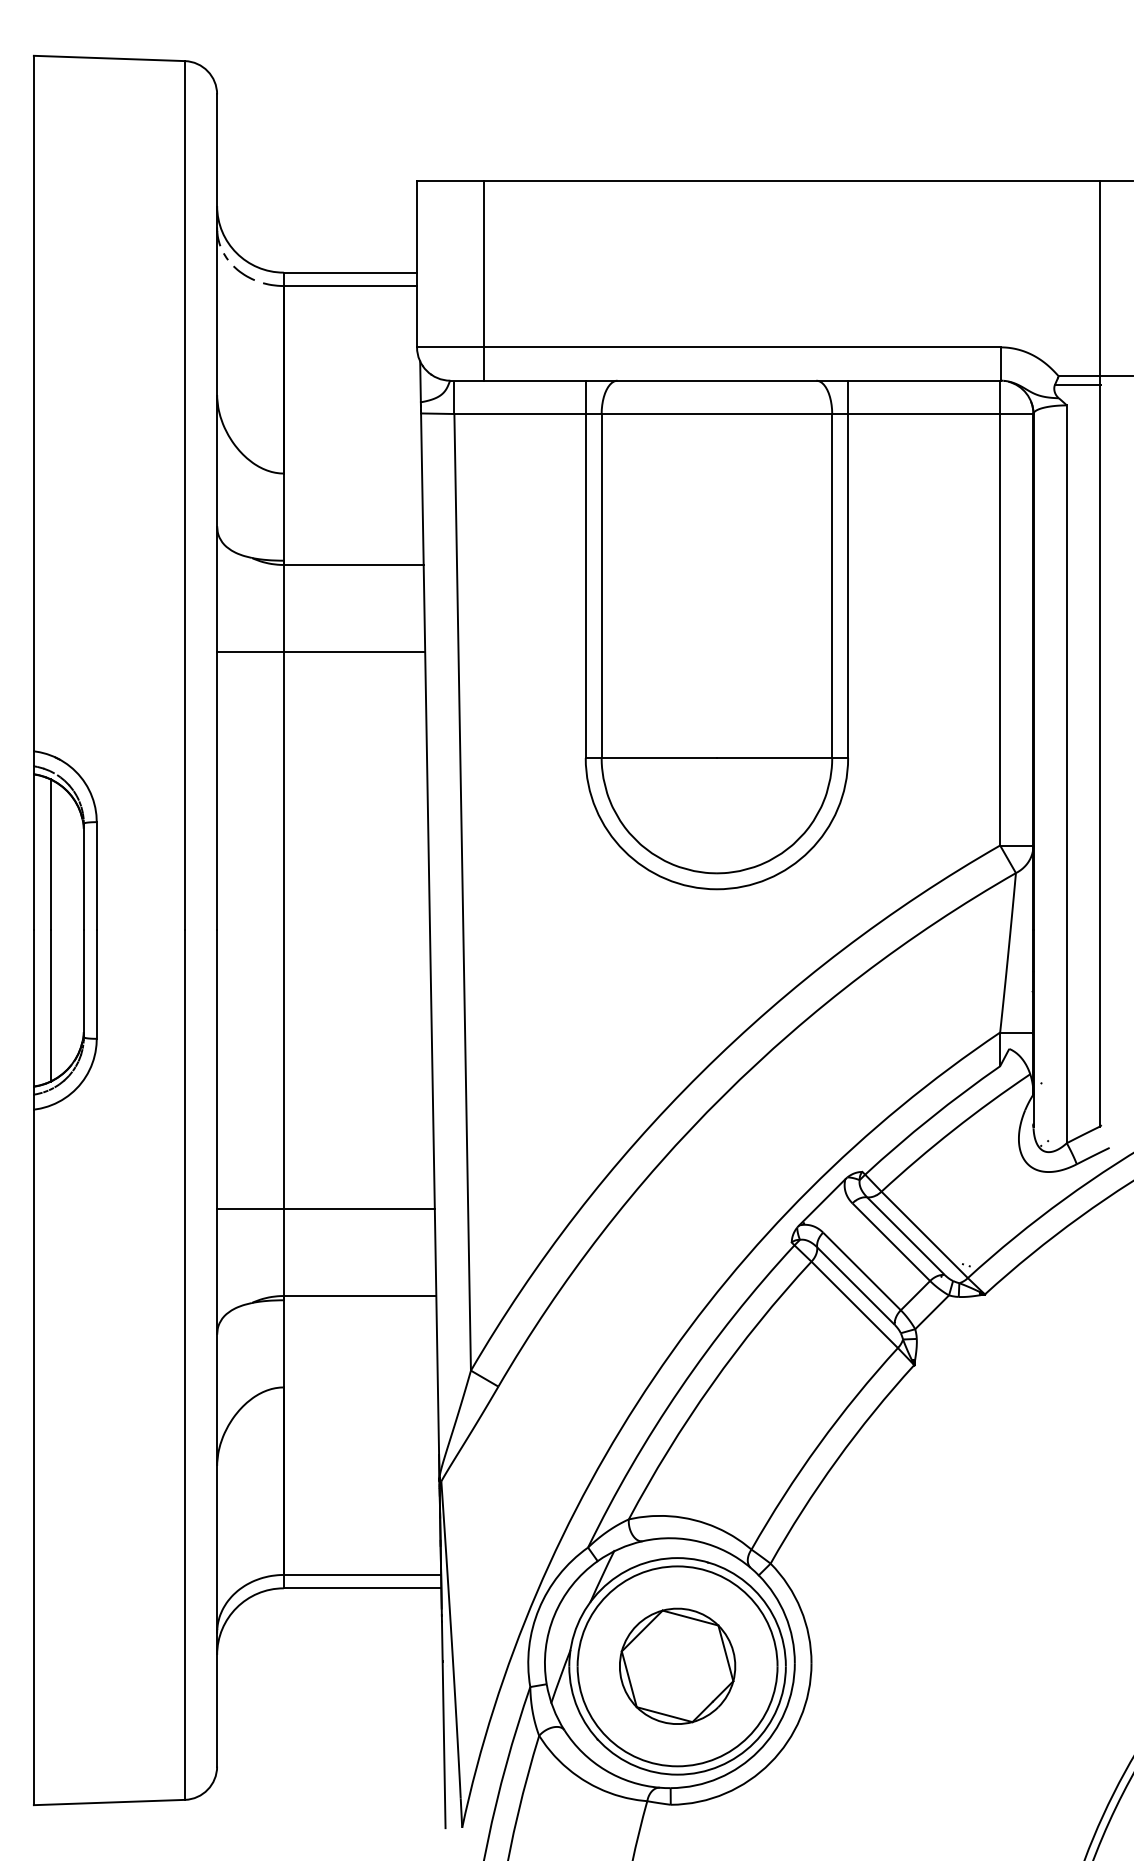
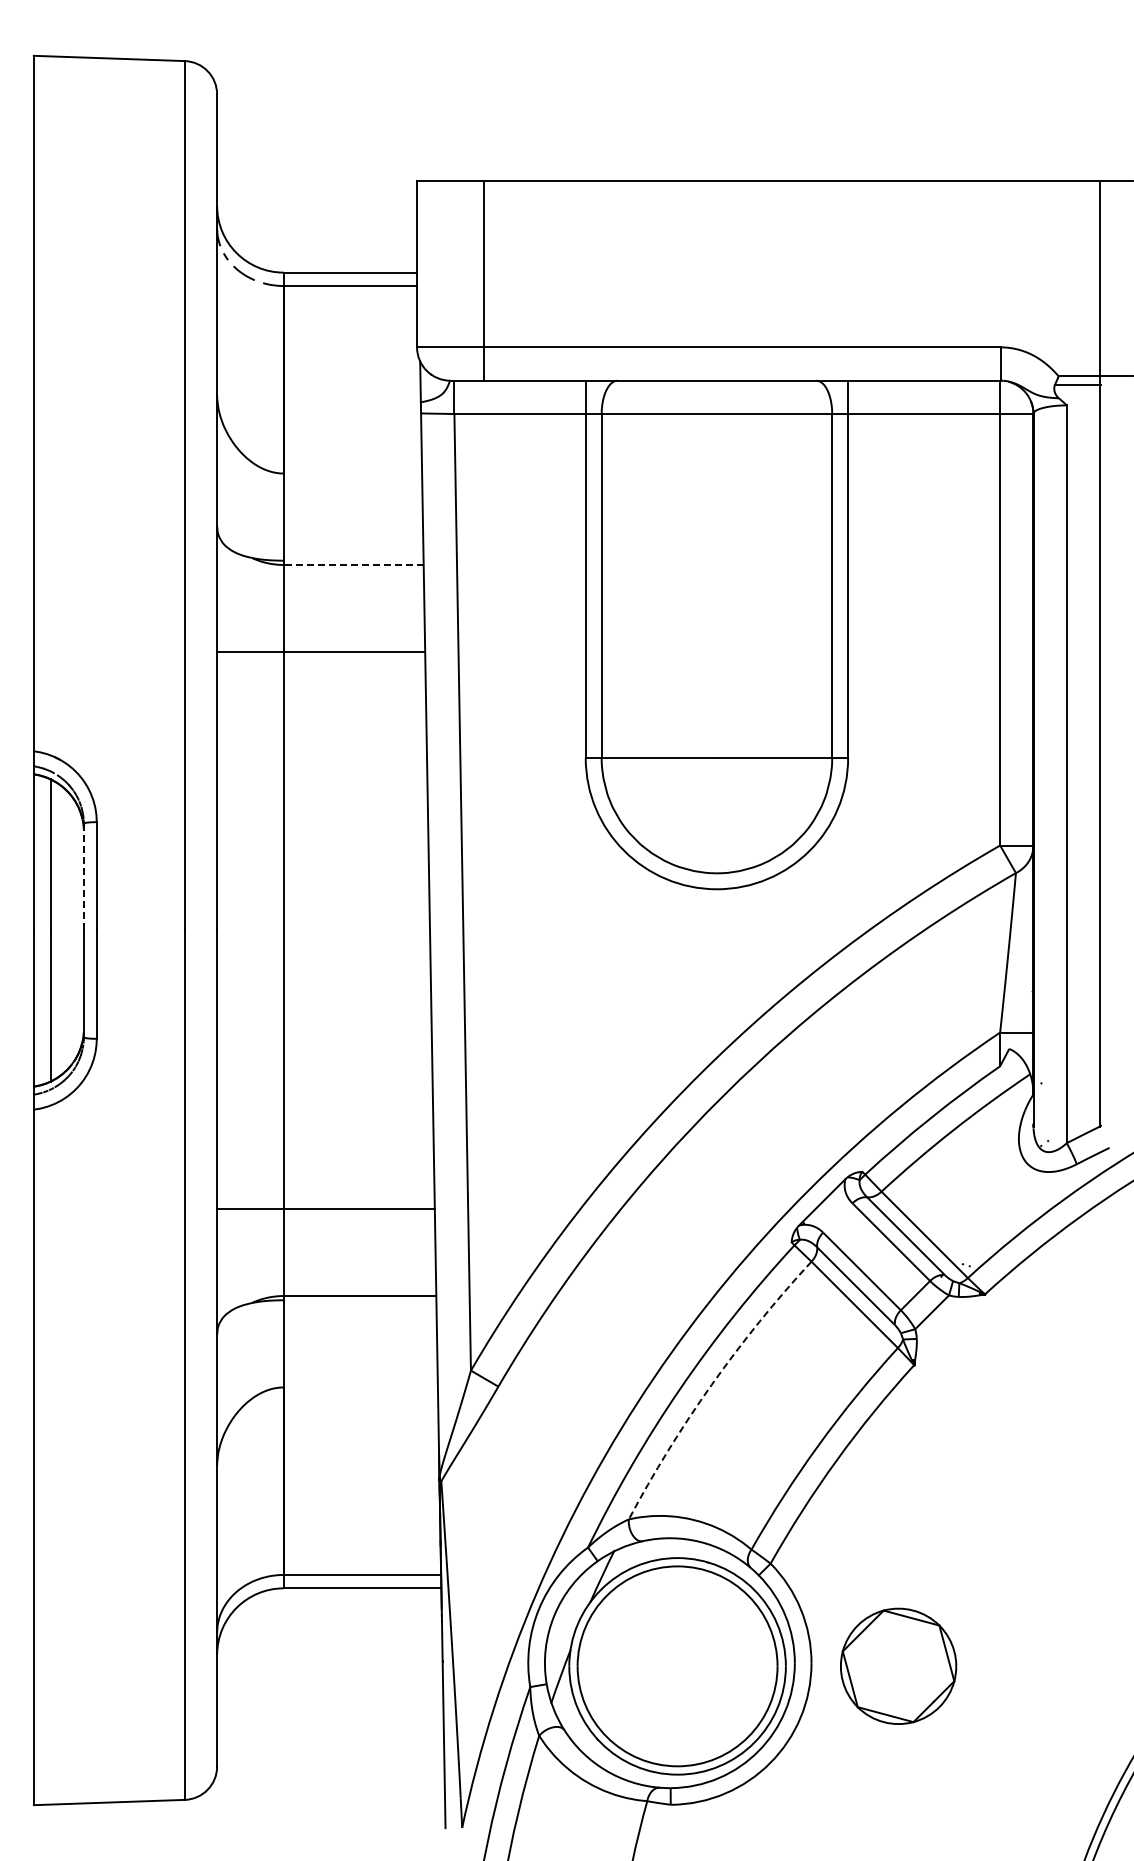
line at (353, 564): solid -> dashed
line at (83, 876): solid -> dashed
arc at (711, 1384): solid -> dashed
part at (677, 1665) position: (677, 1665) -> (898, 1665)
